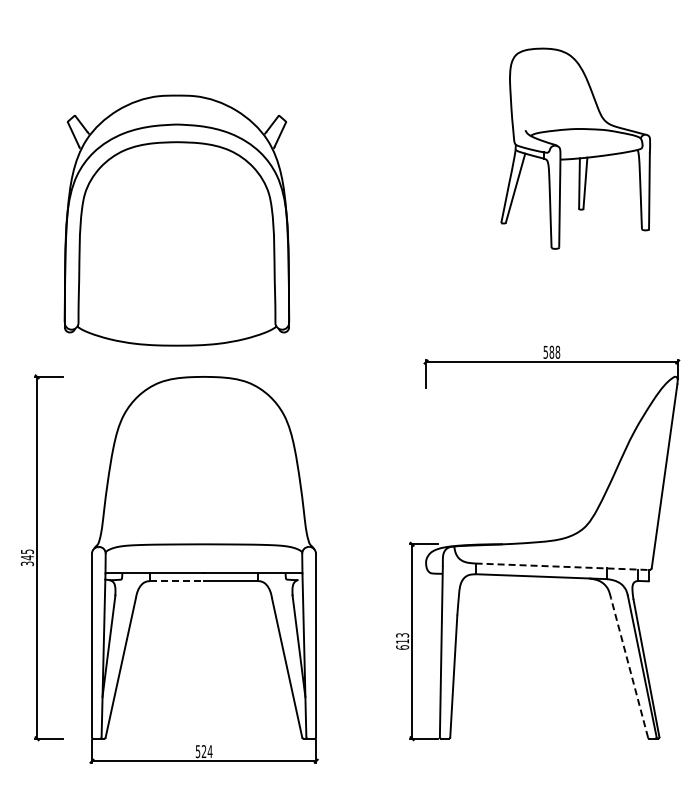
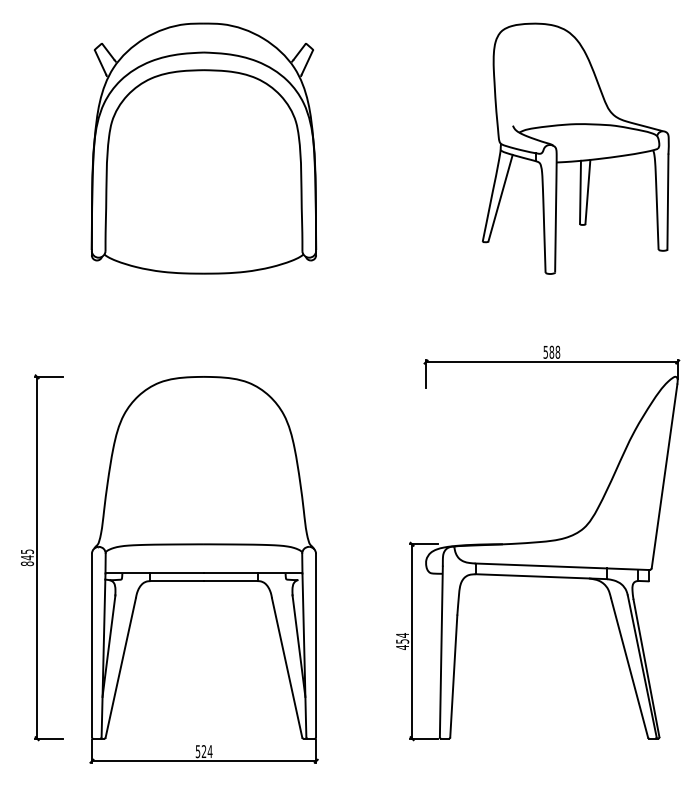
part at (575, 148) size: 151x203 px -> 189x253 px
part at (176, 220) position: (176, 220) -> (203, 148)
text at (27, 563): 345 -> 845
line at (563, 566): dashed -> solid
line at (177, 581): dashed -> solid
text at (402, 641): 613 -> 454
line at (629, 668): dashed -> solid
